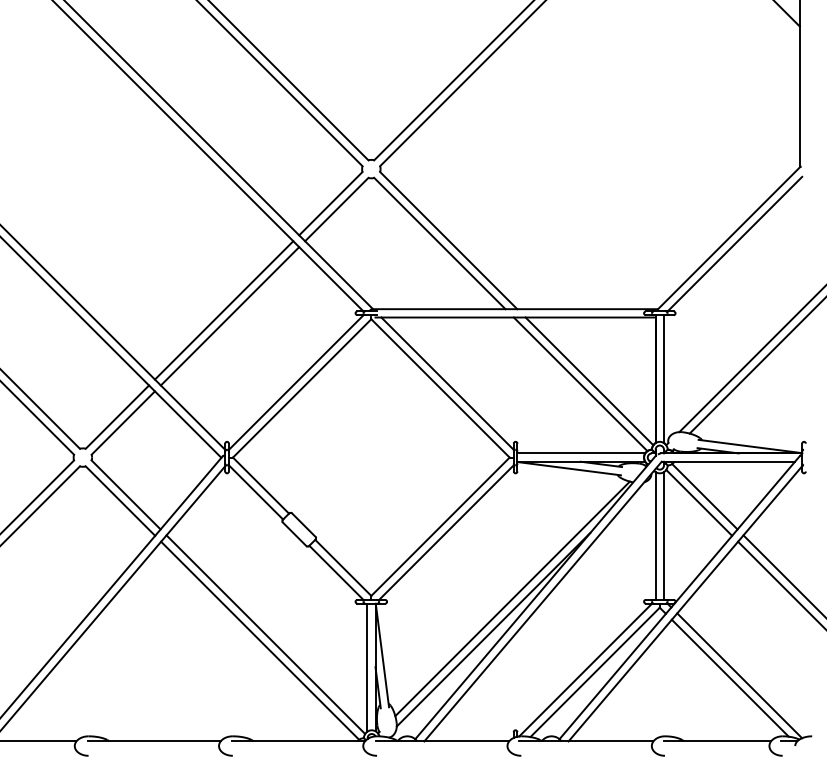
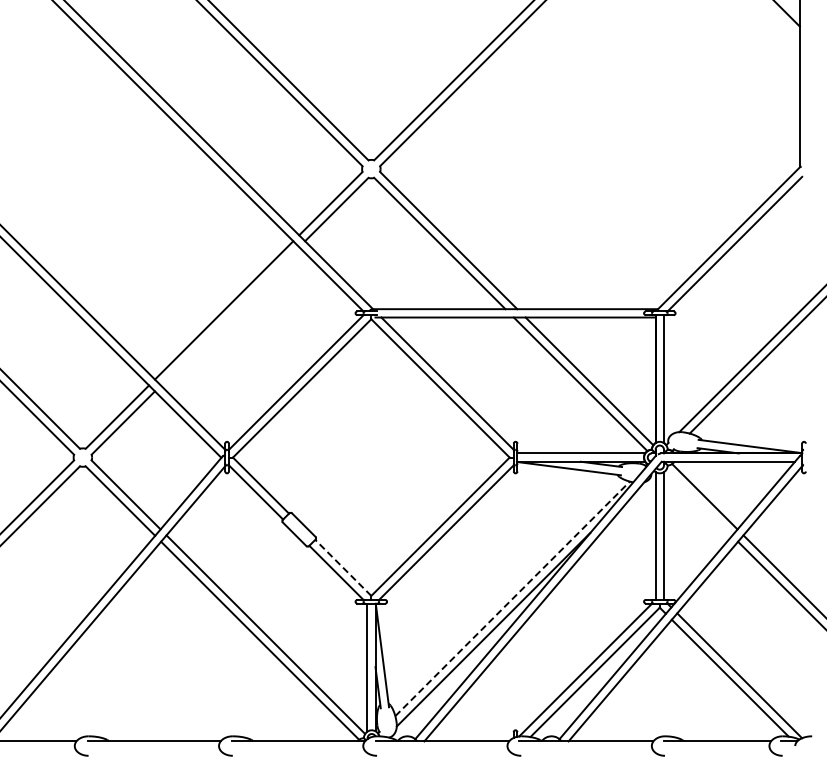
line at (229, 316): present -> none
line at (699, 502): present -> none
line at (343, 567): solid -> dashed
line at (512, 598): solid -> dashed
